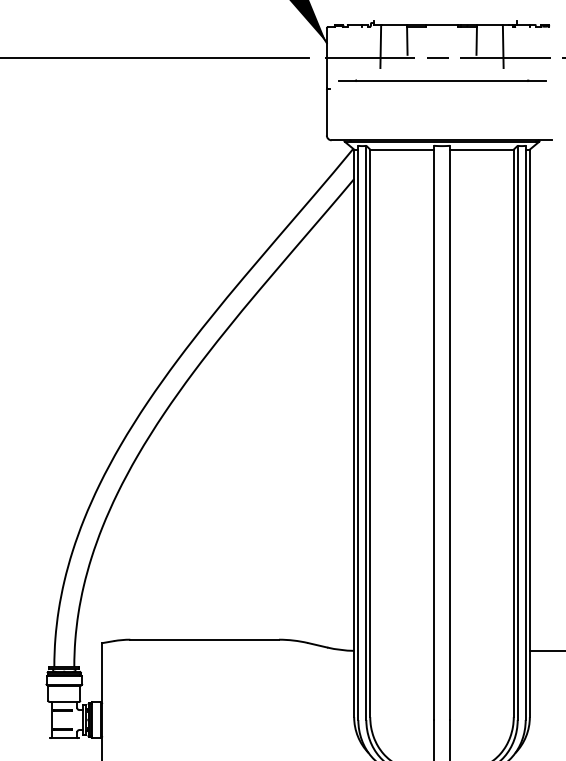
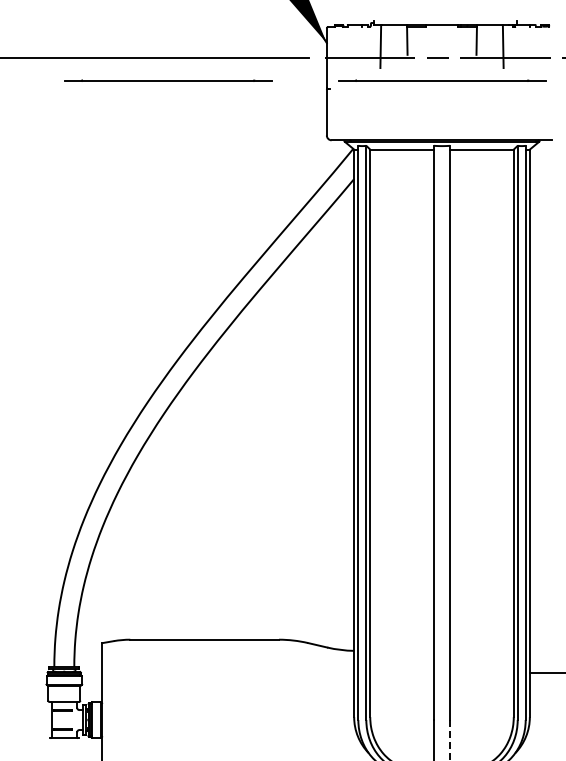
line at (168, 80): none -> present
line at (545, 650) position: (545, 650) -> (545, 672)
line at (450, 740): solid -> dashed
